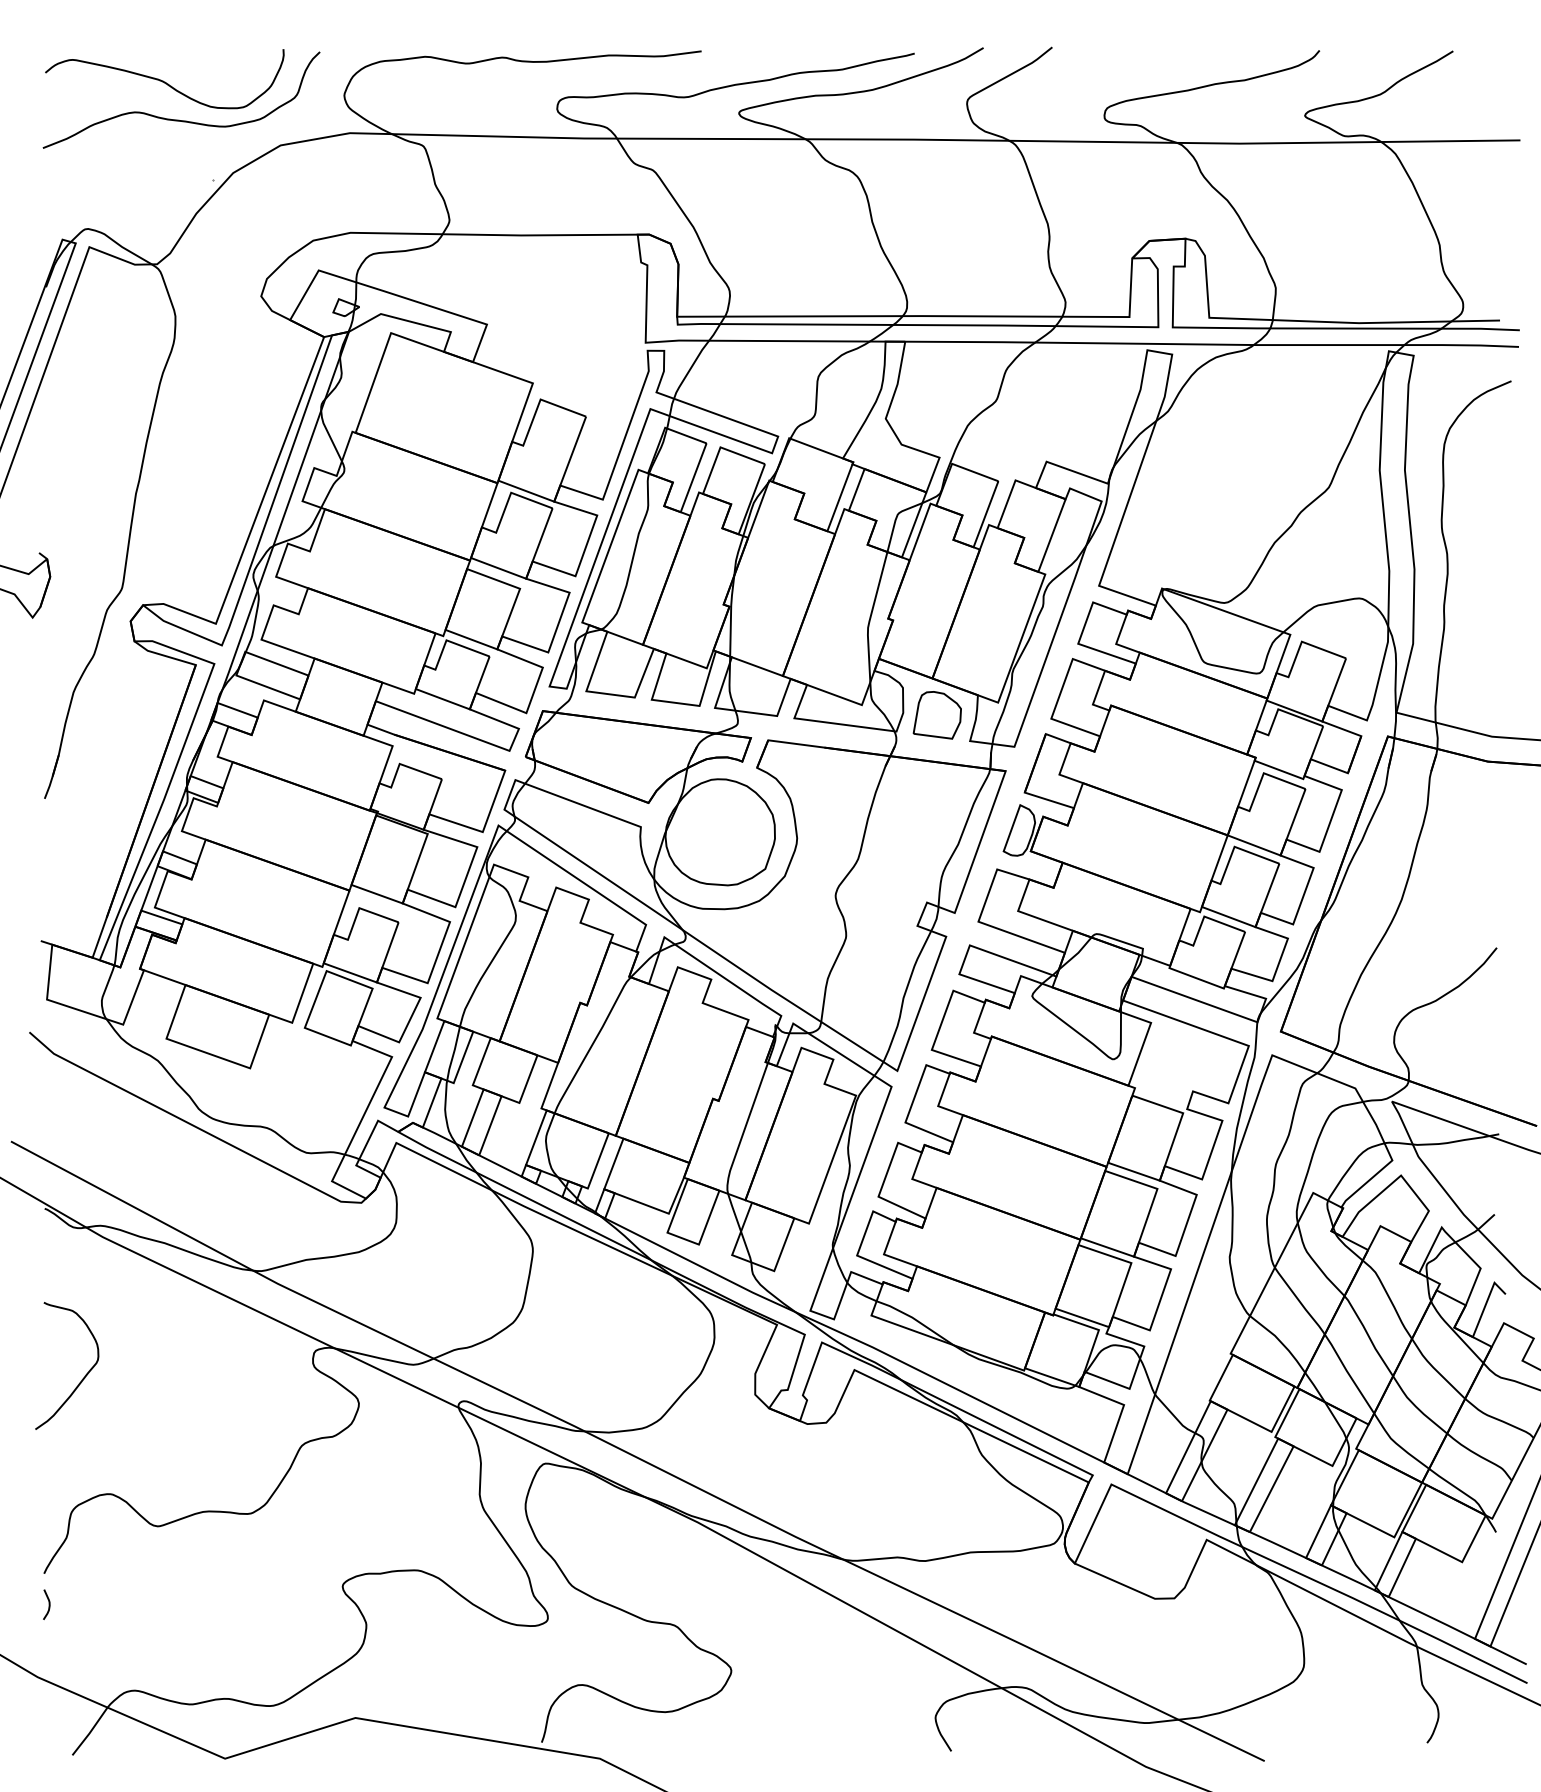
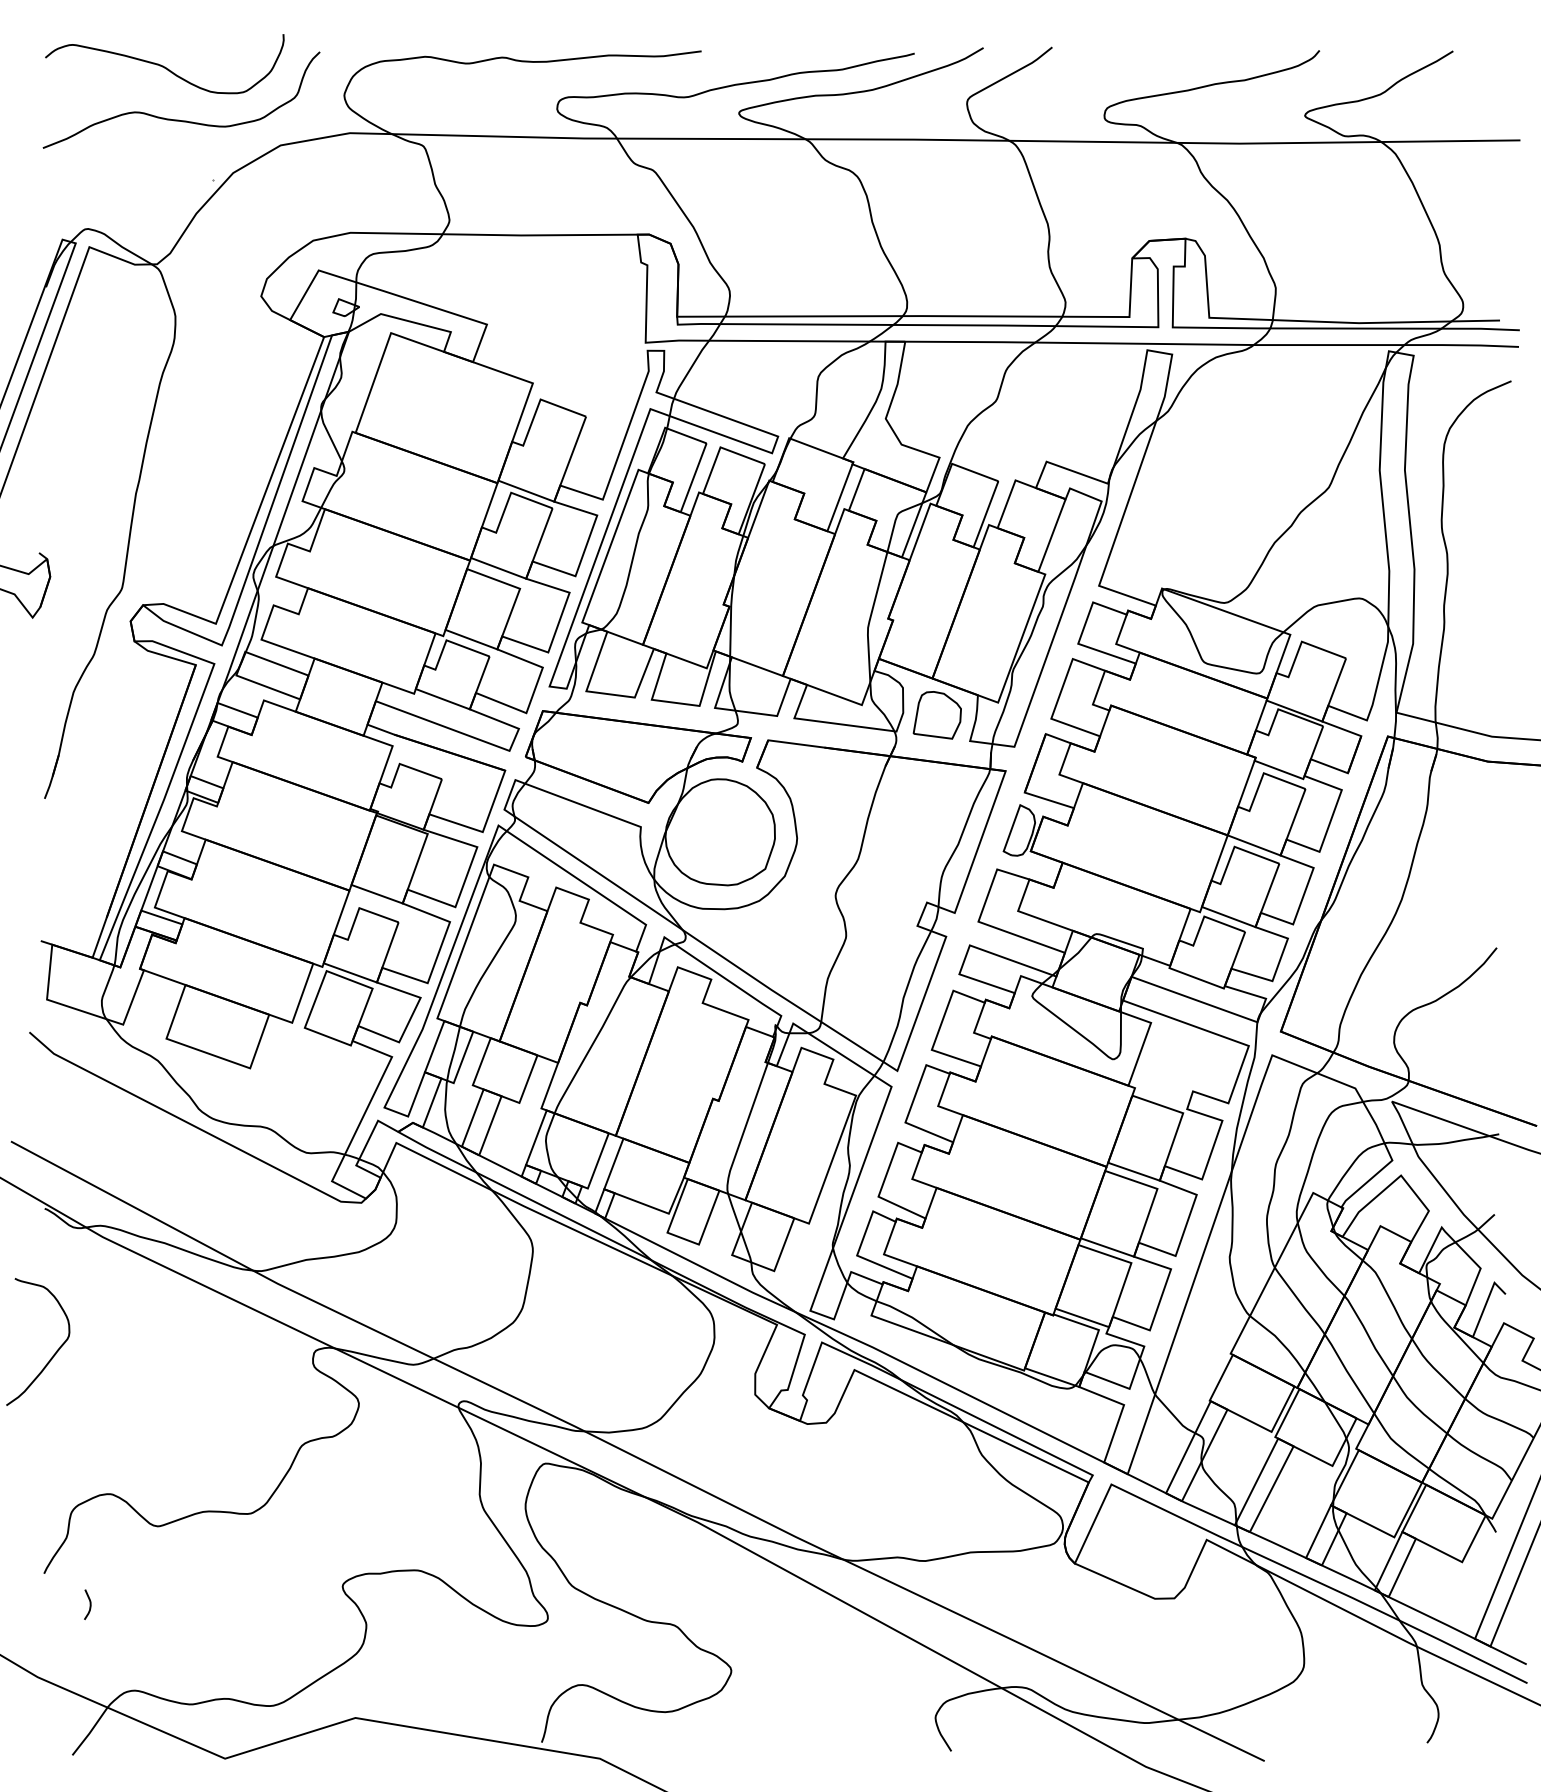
curve at (163, 80) position: (163, 80) -> (163, 65)
curve at (81, 1379) position: (81, 1379) -> (52, 1355)
curve at (48, 1604) position: (48, 1604) -> (89, 1604)
